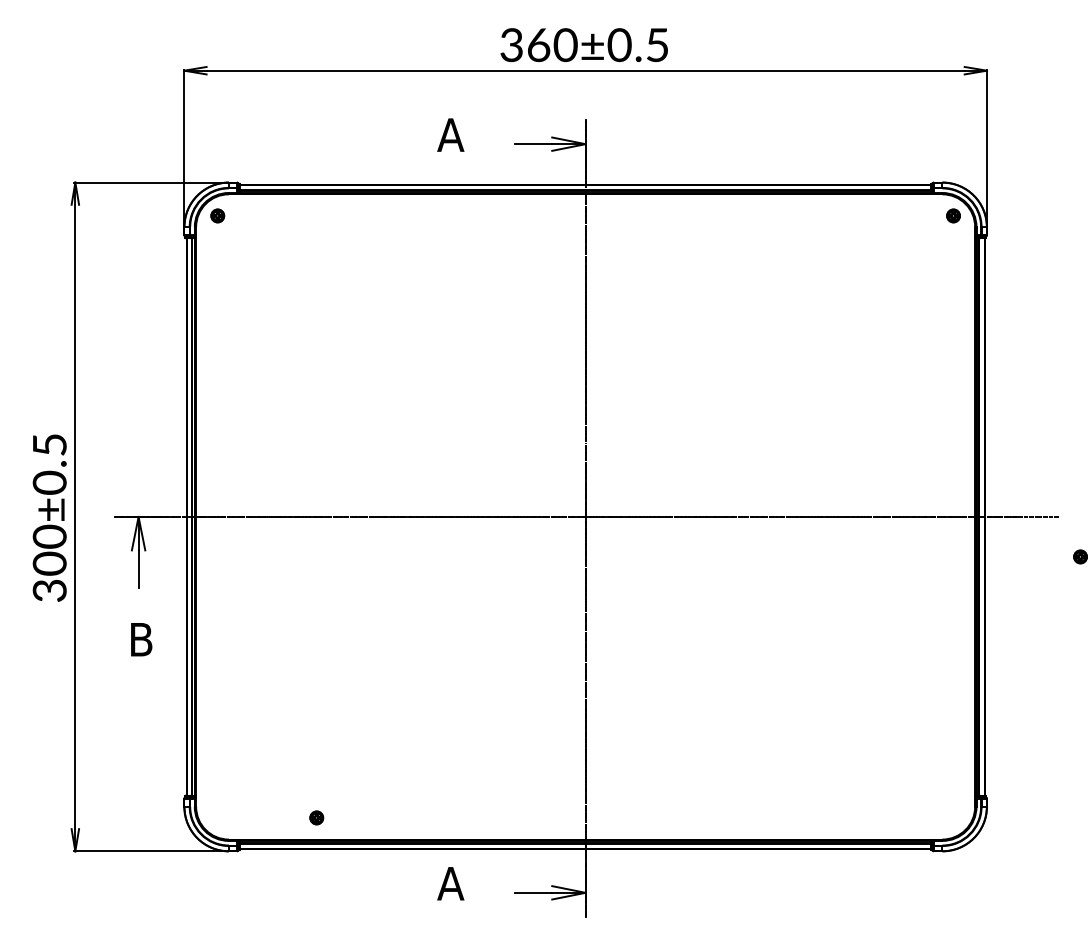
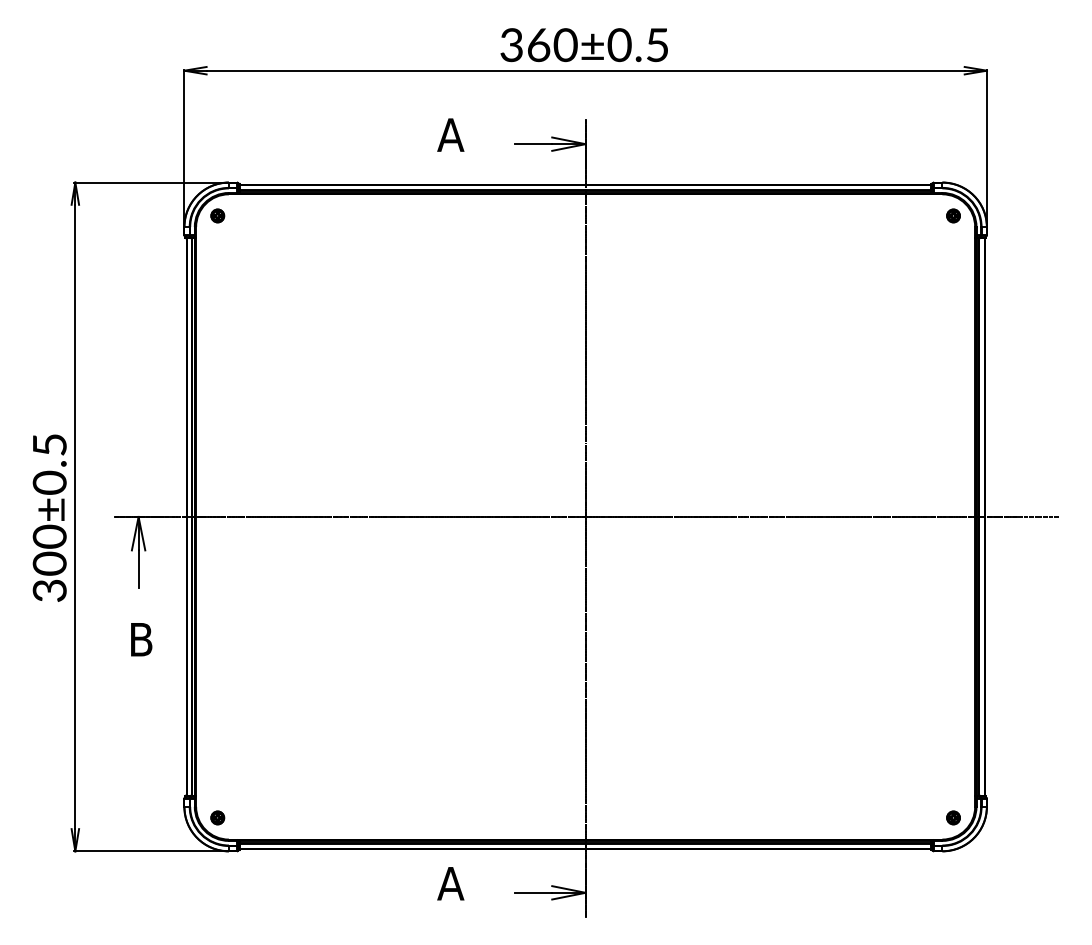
part at (1080, 556) position: (1080, 556) -> (953, 817)
part at (316, 817) position: (316, 817) -> (217, 817)
